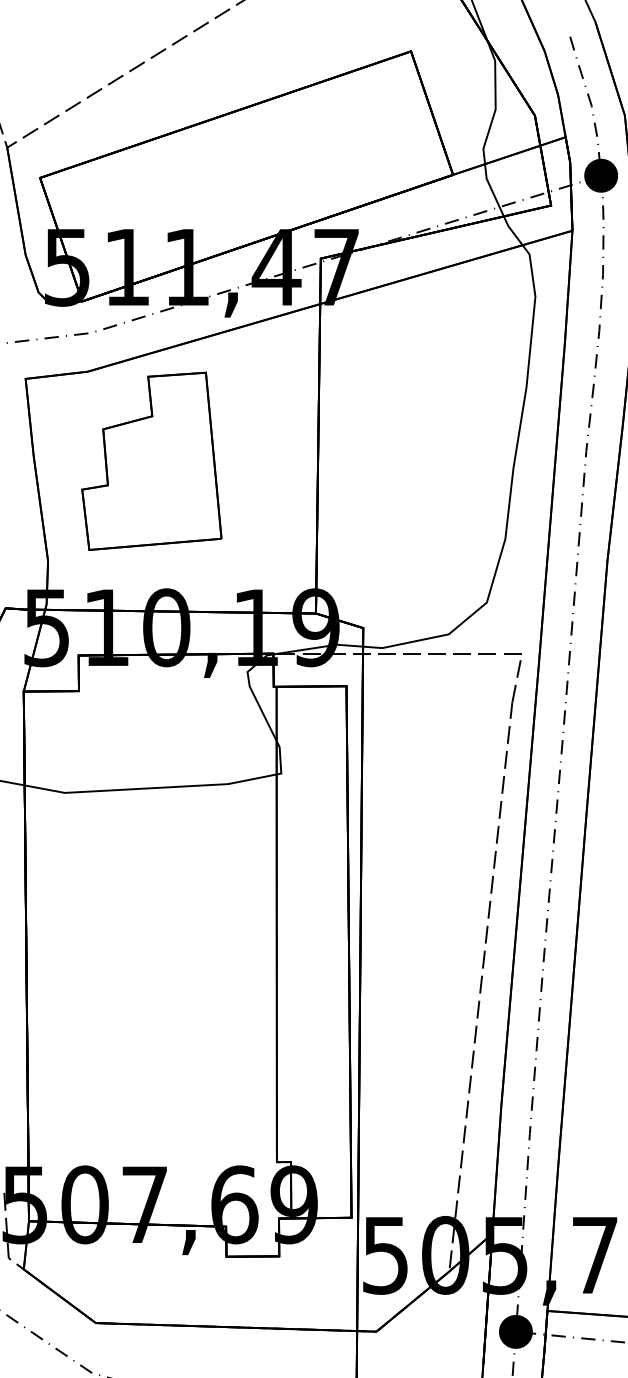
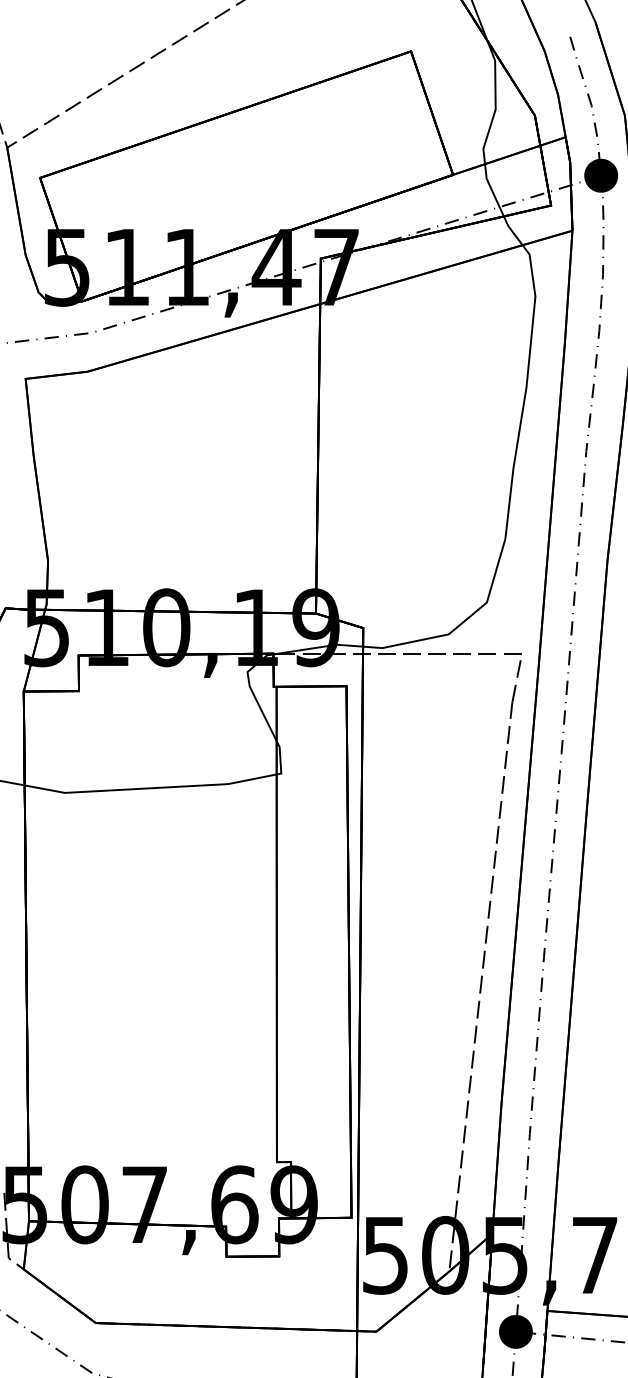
part at (151, 460): present -> none
